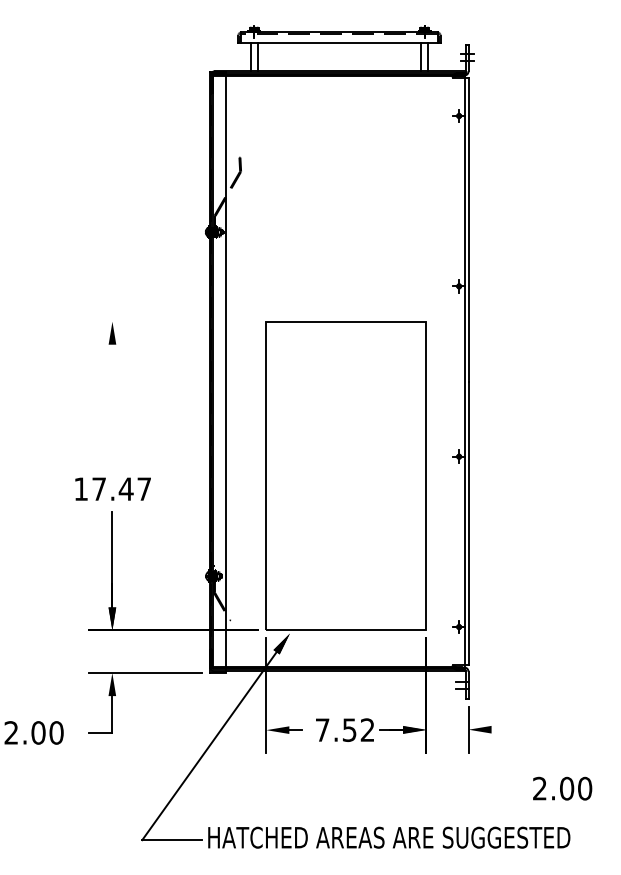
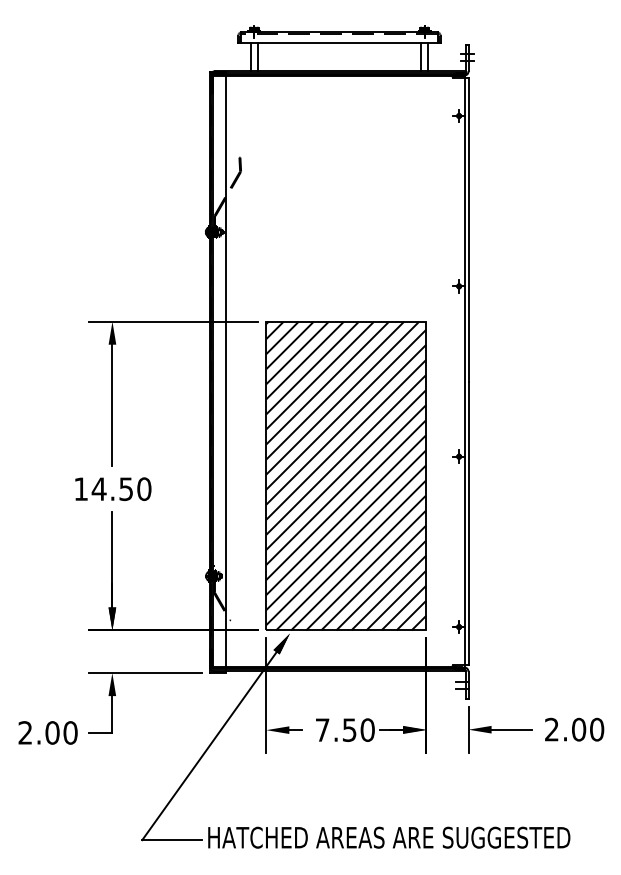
line at (173, 321): none -> present
line at (112, 405): none -> present
hatch at (346, 475): none -> present
text at (121, 489): 17.47 -> 14.50
text at (367, 729): 7.52 -> 7.50
line at (511, 729): none -> present
text at (33, 732) position: (33, 732) -> (47, 732)
text at (562, 788) position: (562, 788) -> (574, 729)
